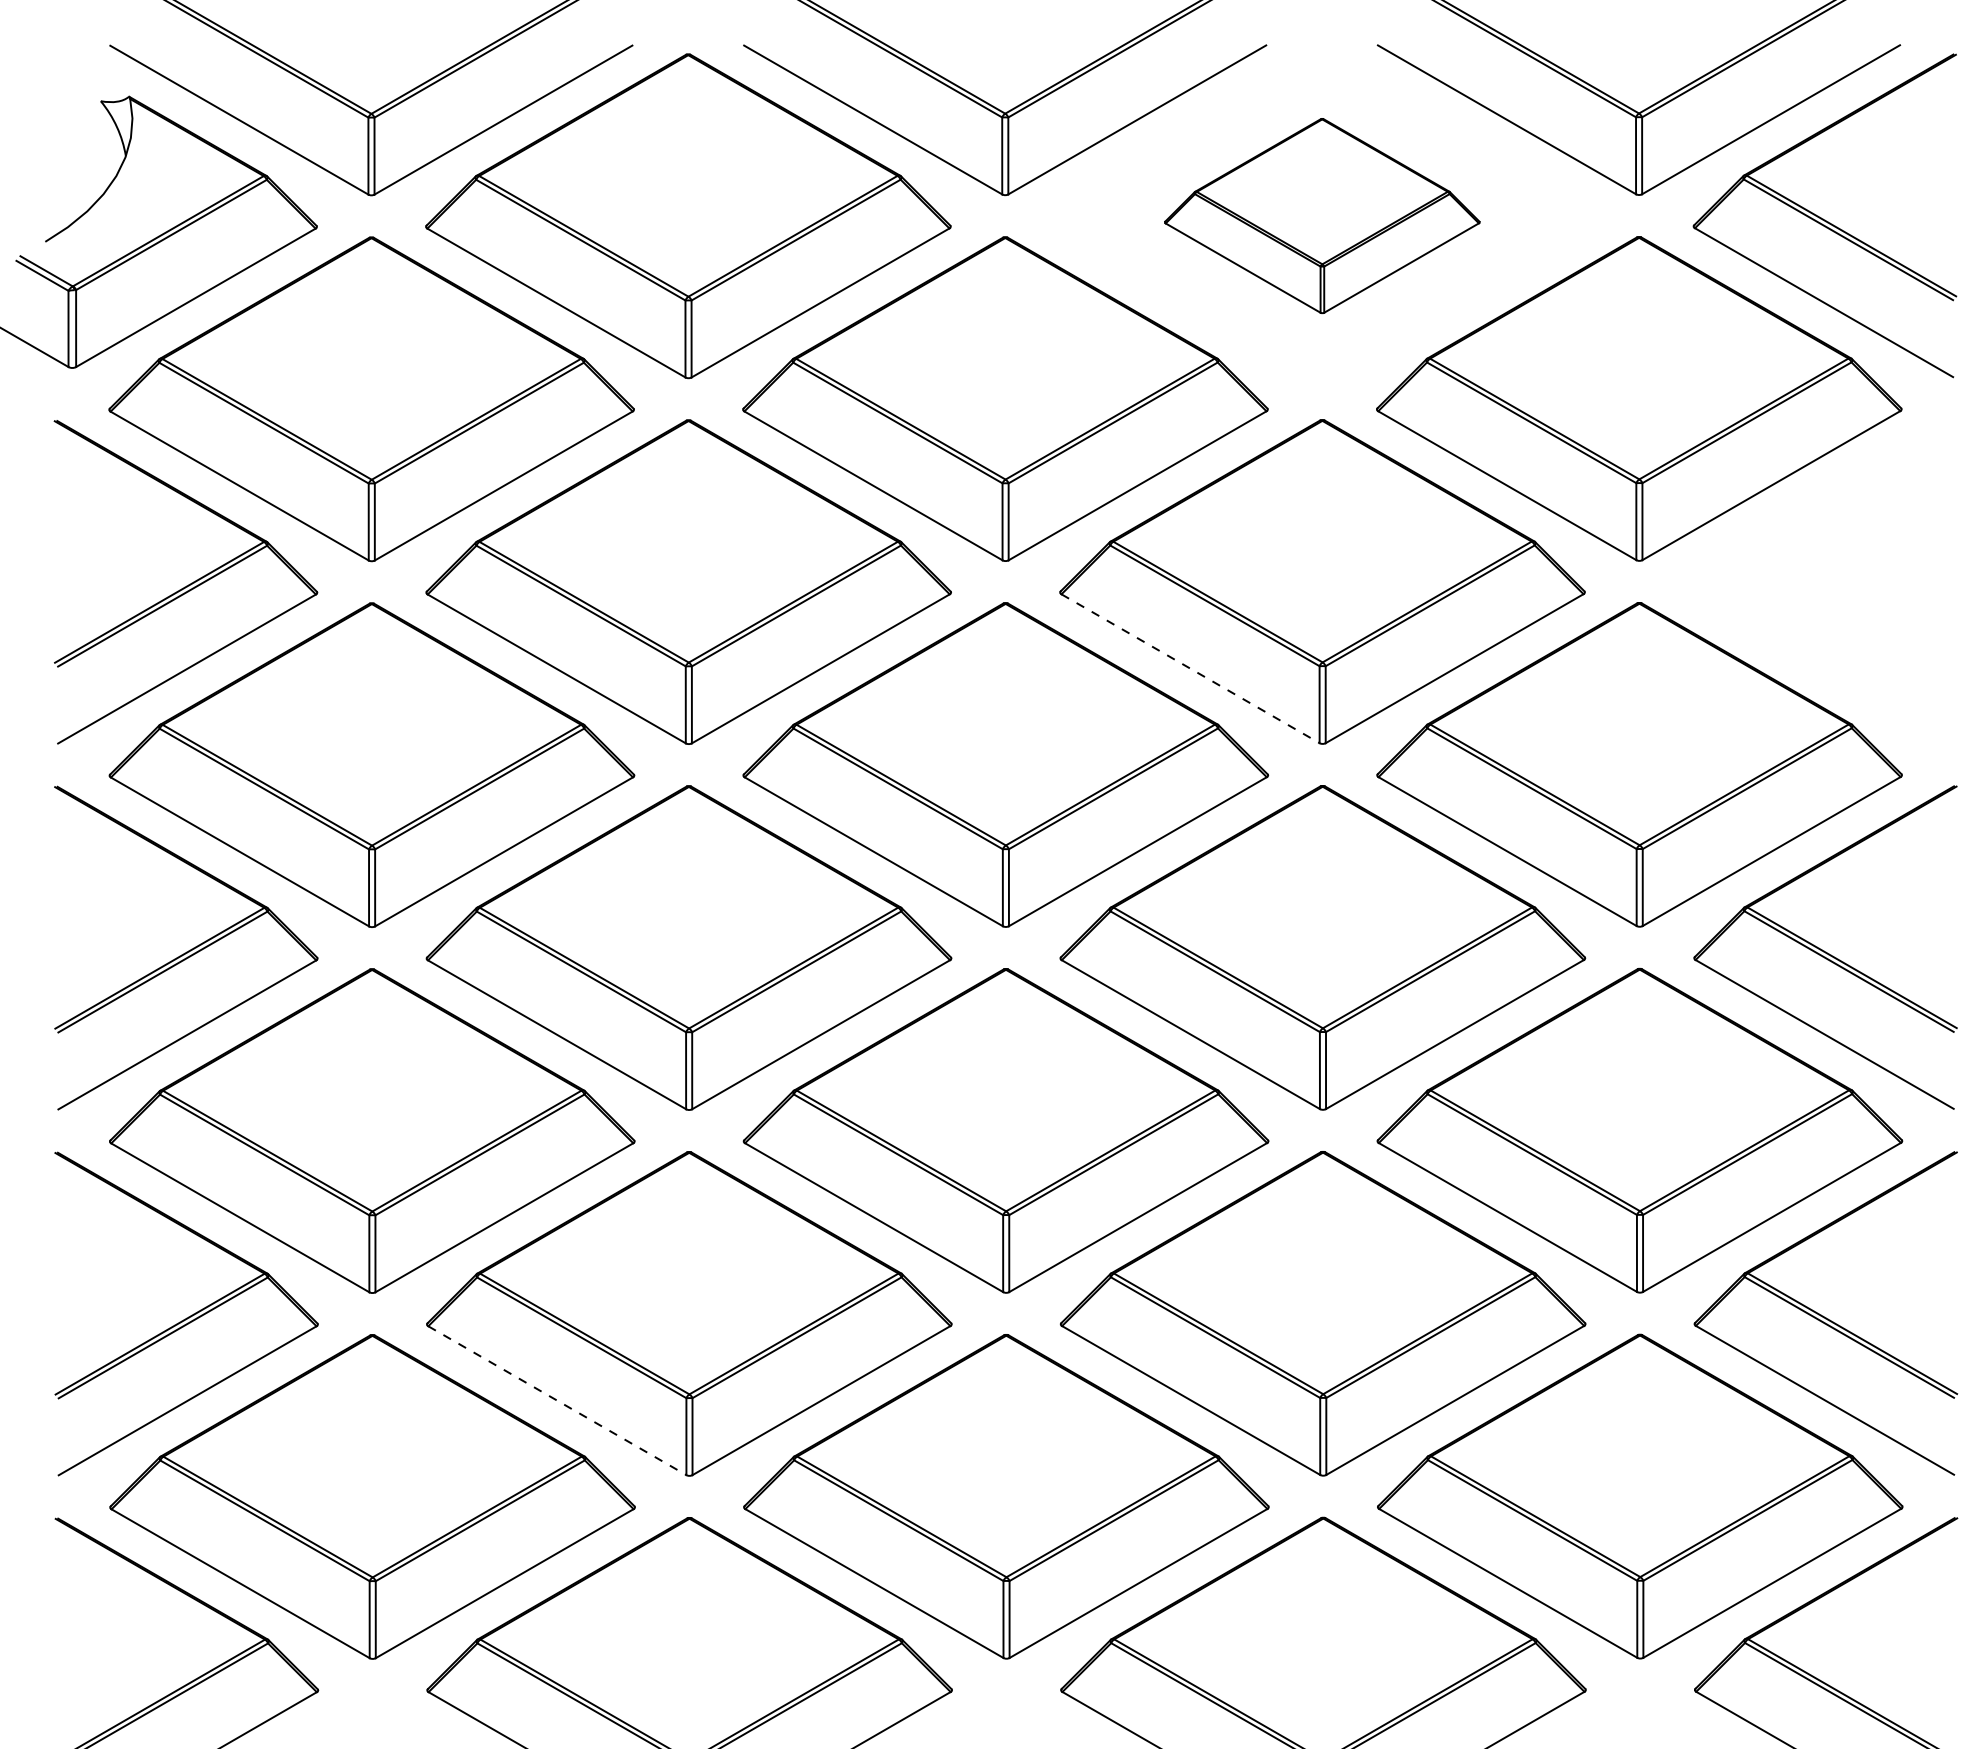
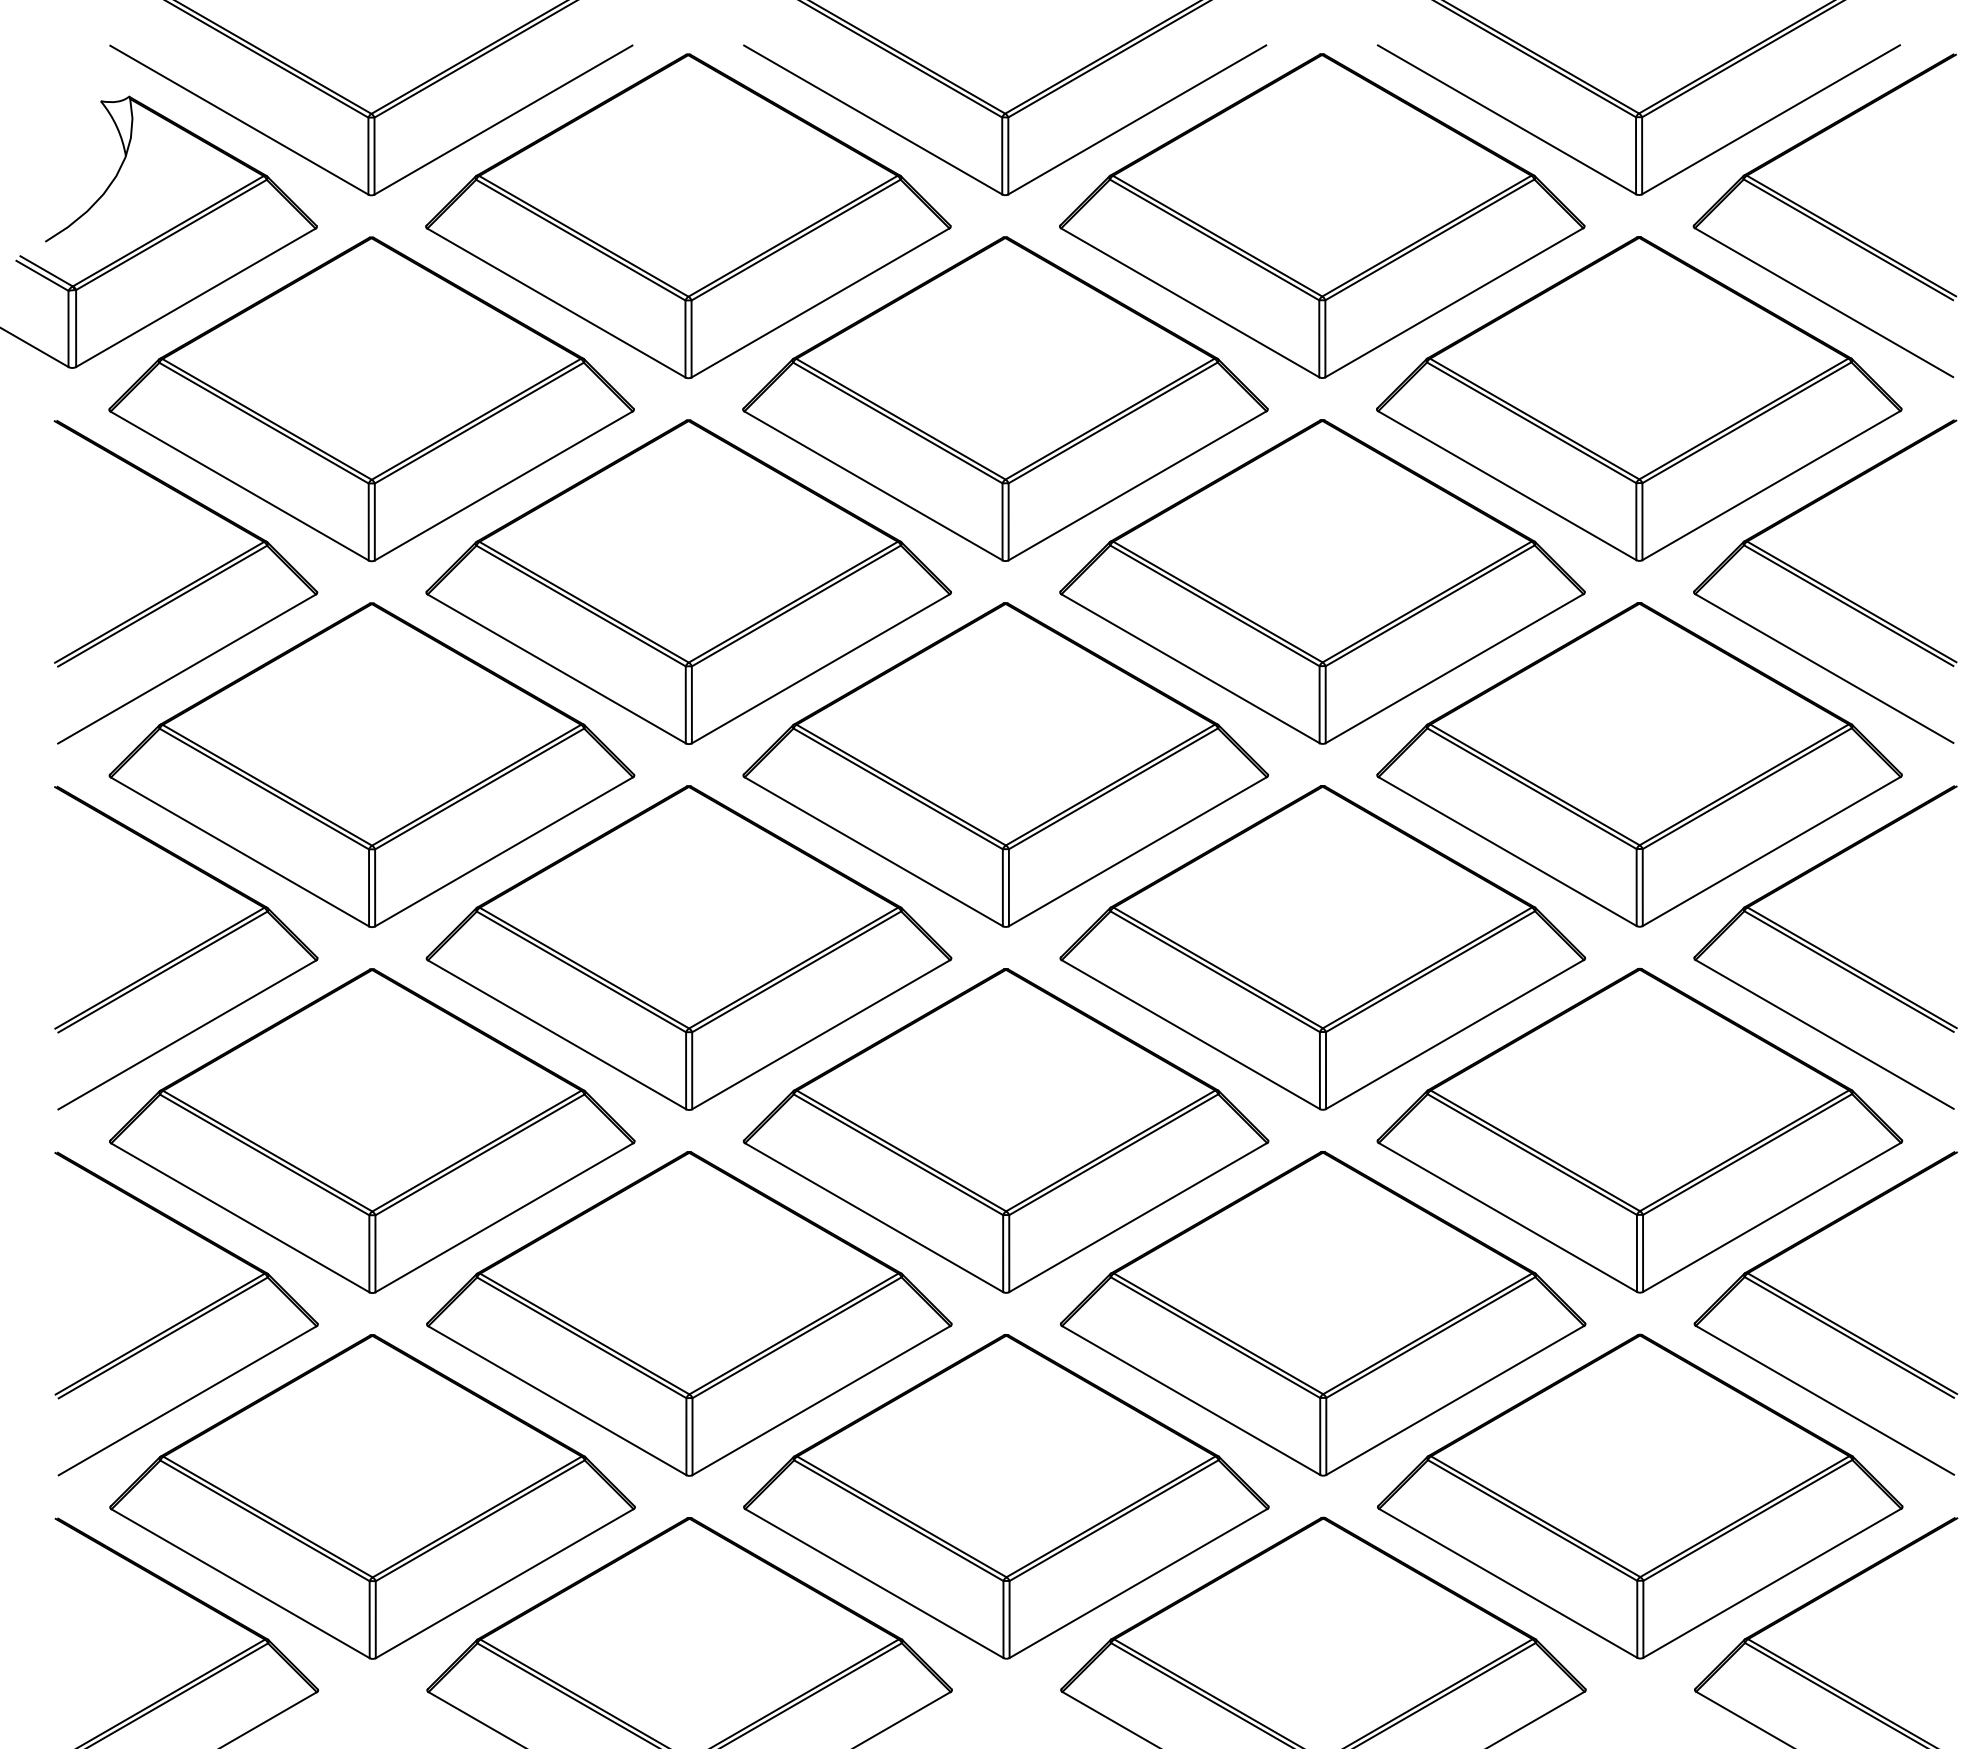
part at (1322, 215) size: 317x196 px -> 527x326 px
part at (1825, 581): none -> present
line at (1190, 668): dashed -> solid
line at (557, 1400): dashed -> solid
